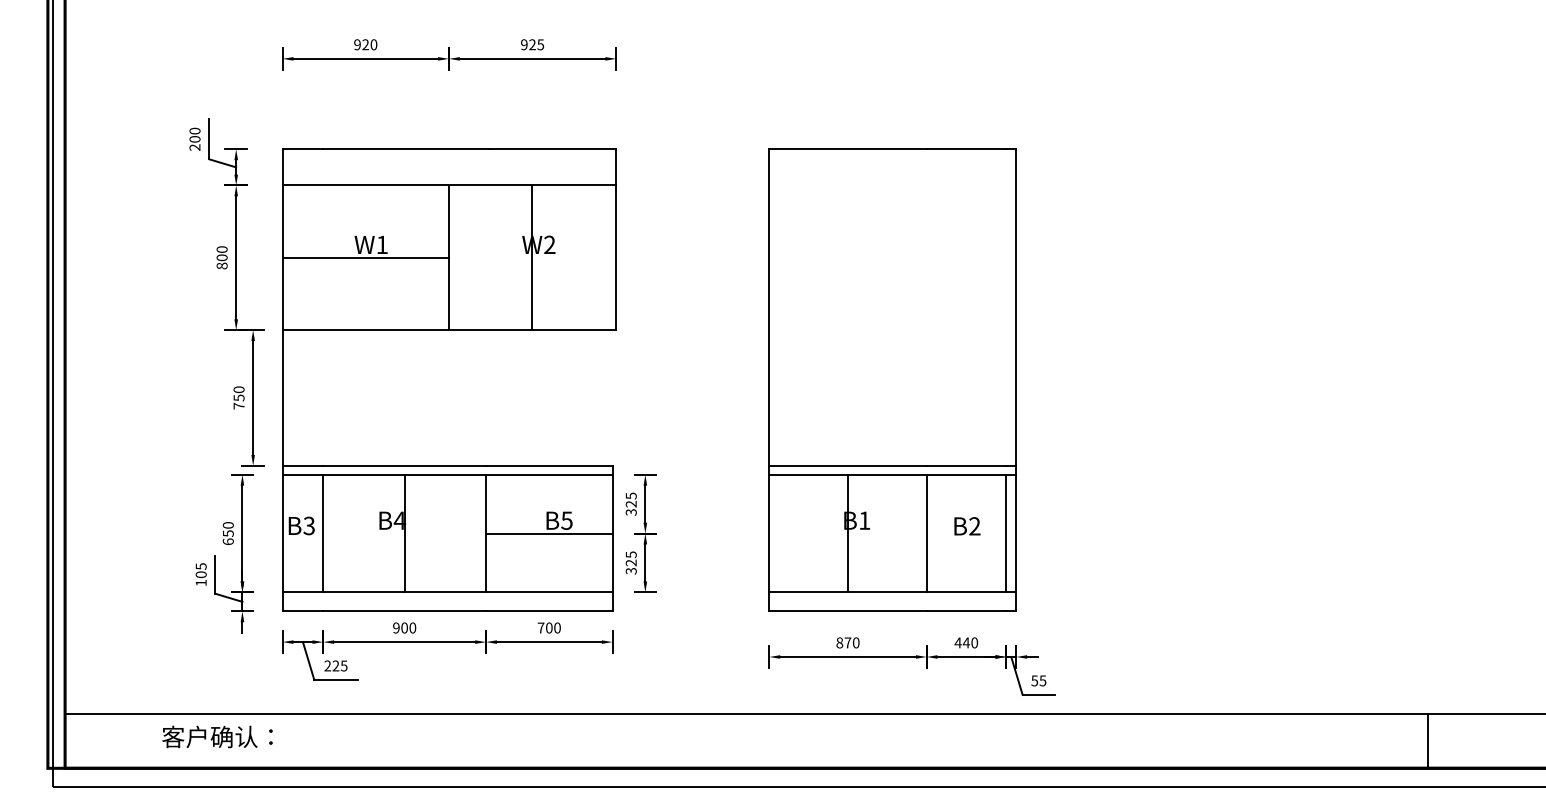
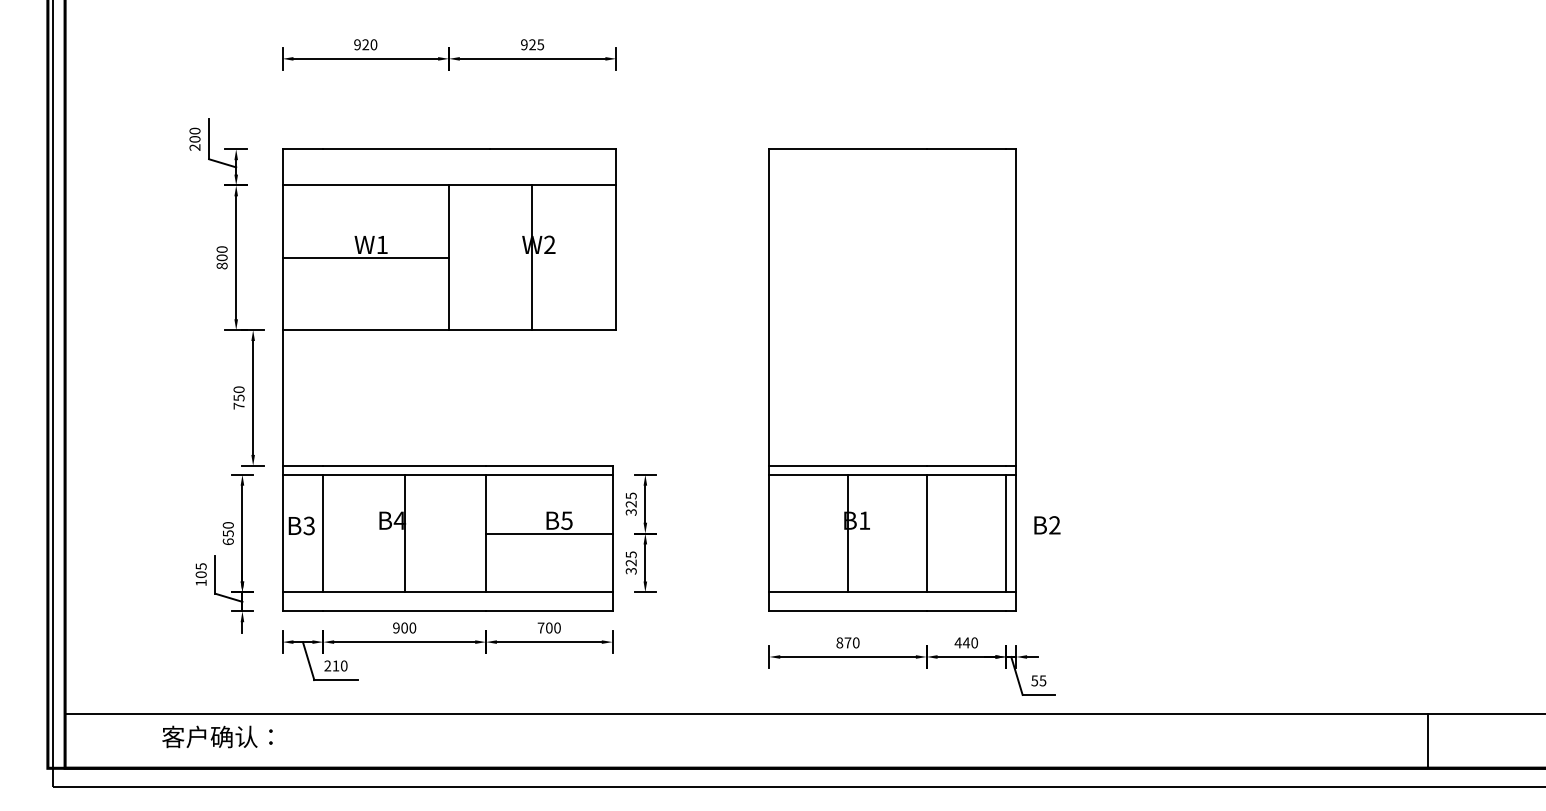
text at (967, 526) position: (967, 526) -> (1047, 525)
text at (339, 665): 225 -> 210
